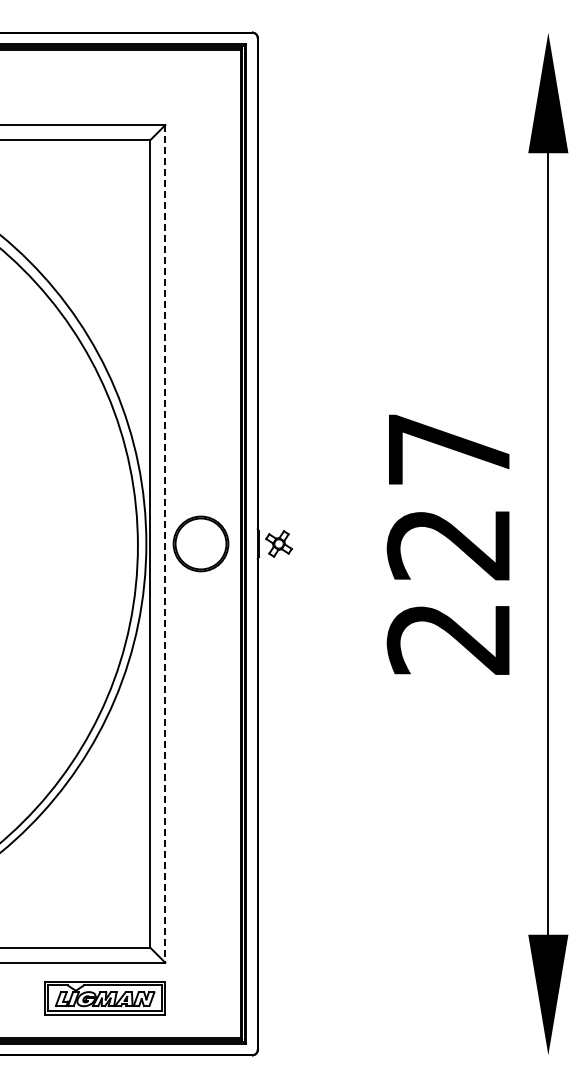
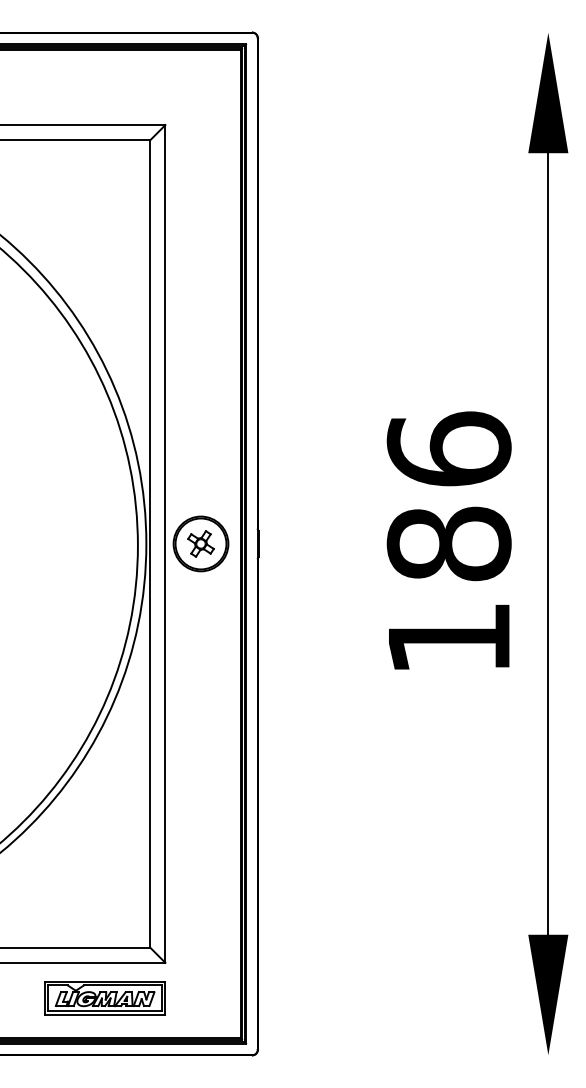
text at (448, 542): 227 -> 186
line at (165, 543): dashed -> solid
part at (278, 543) position: (278, 543) -> (200, 543)
